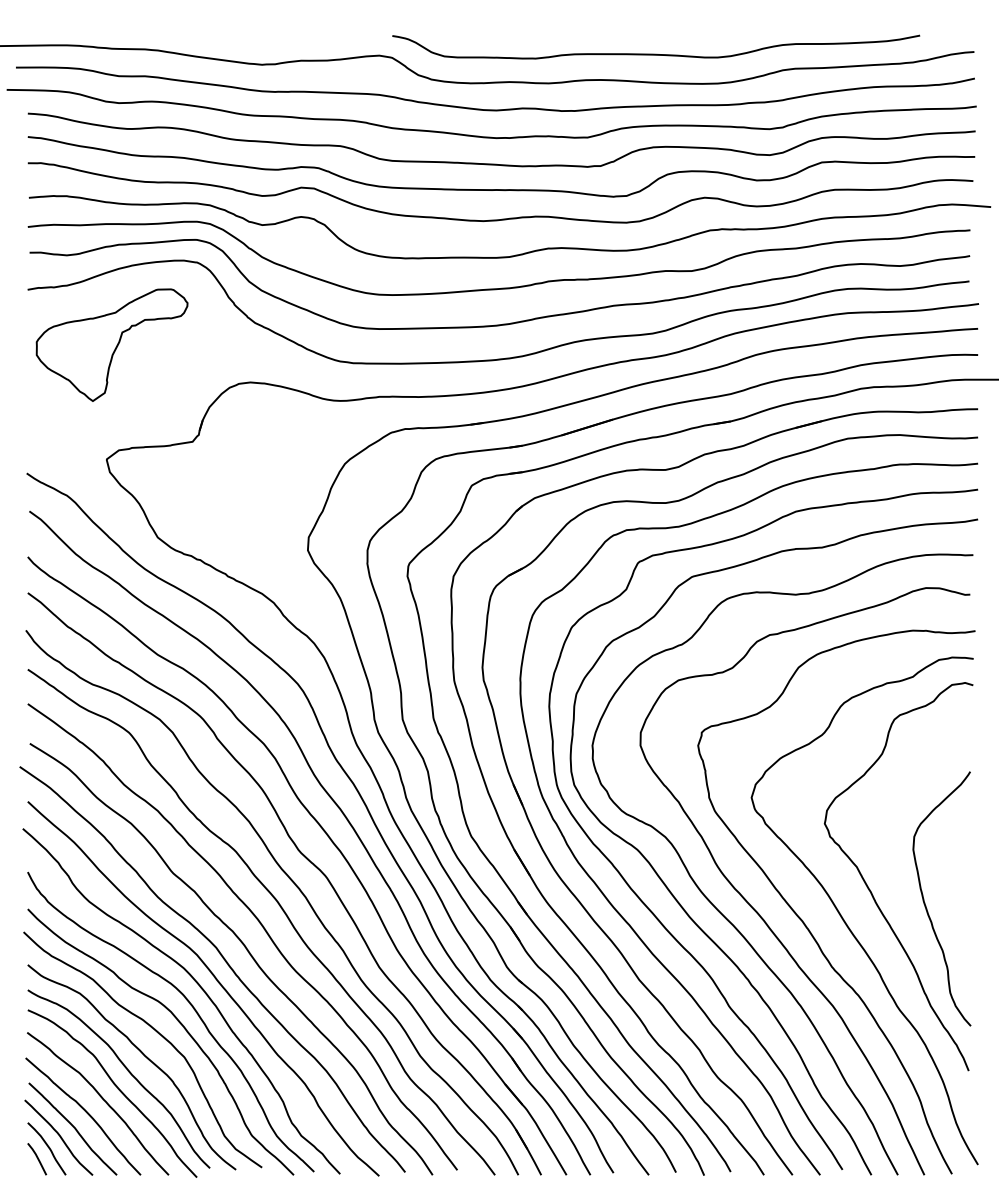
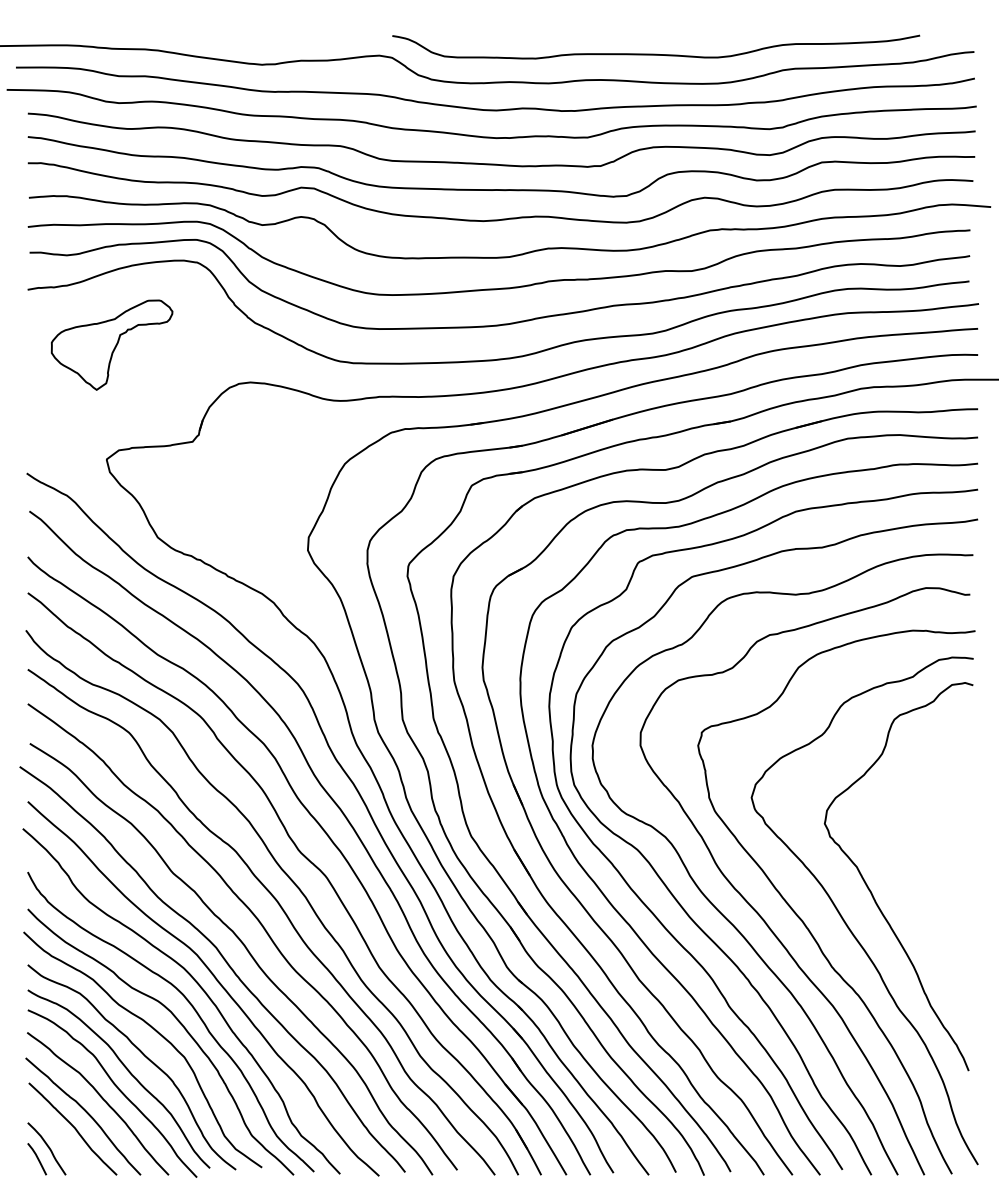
part at (111, 344) size: 154x114 px -> 124x92 px
curve at (925, 902): present -> none
curve at (59, 1137): present -> none
